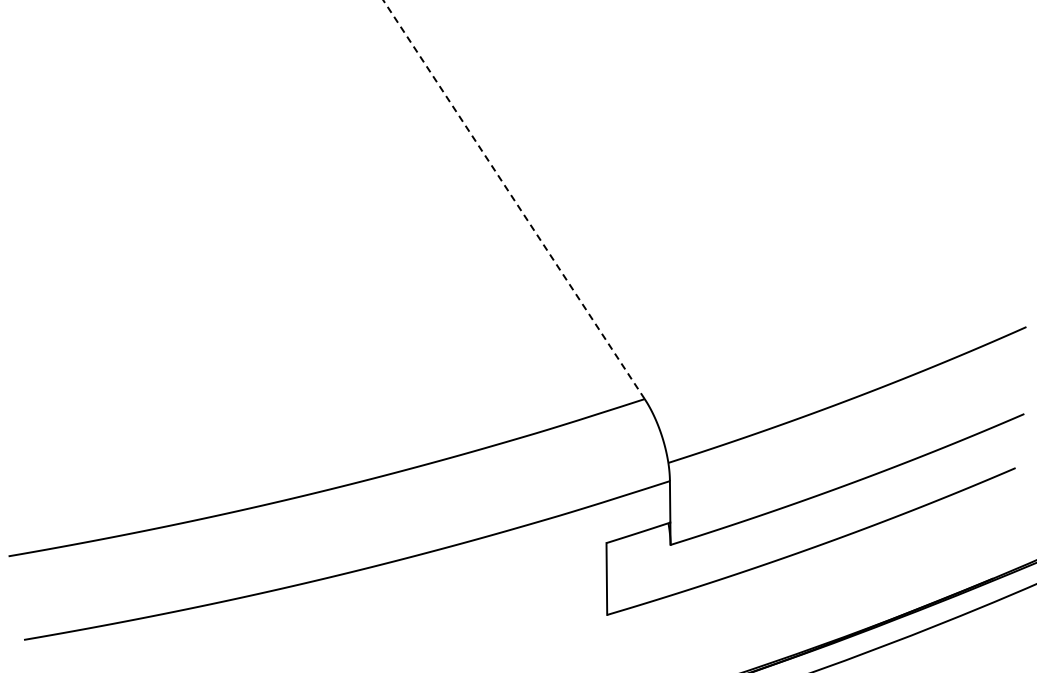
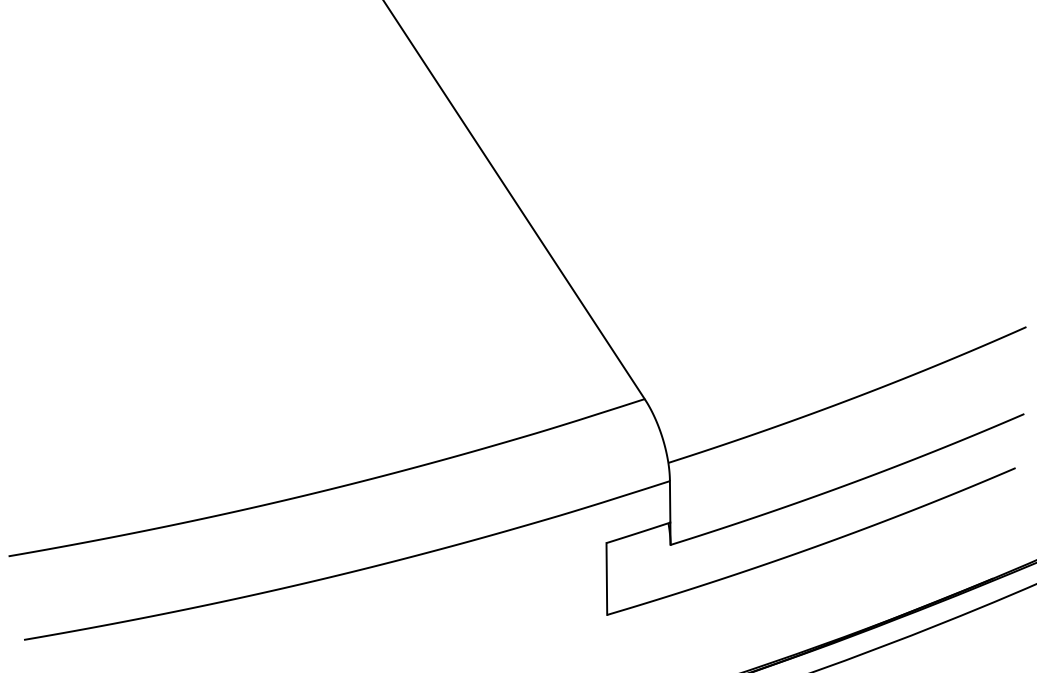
line at (513, 199): dashed -> solid
